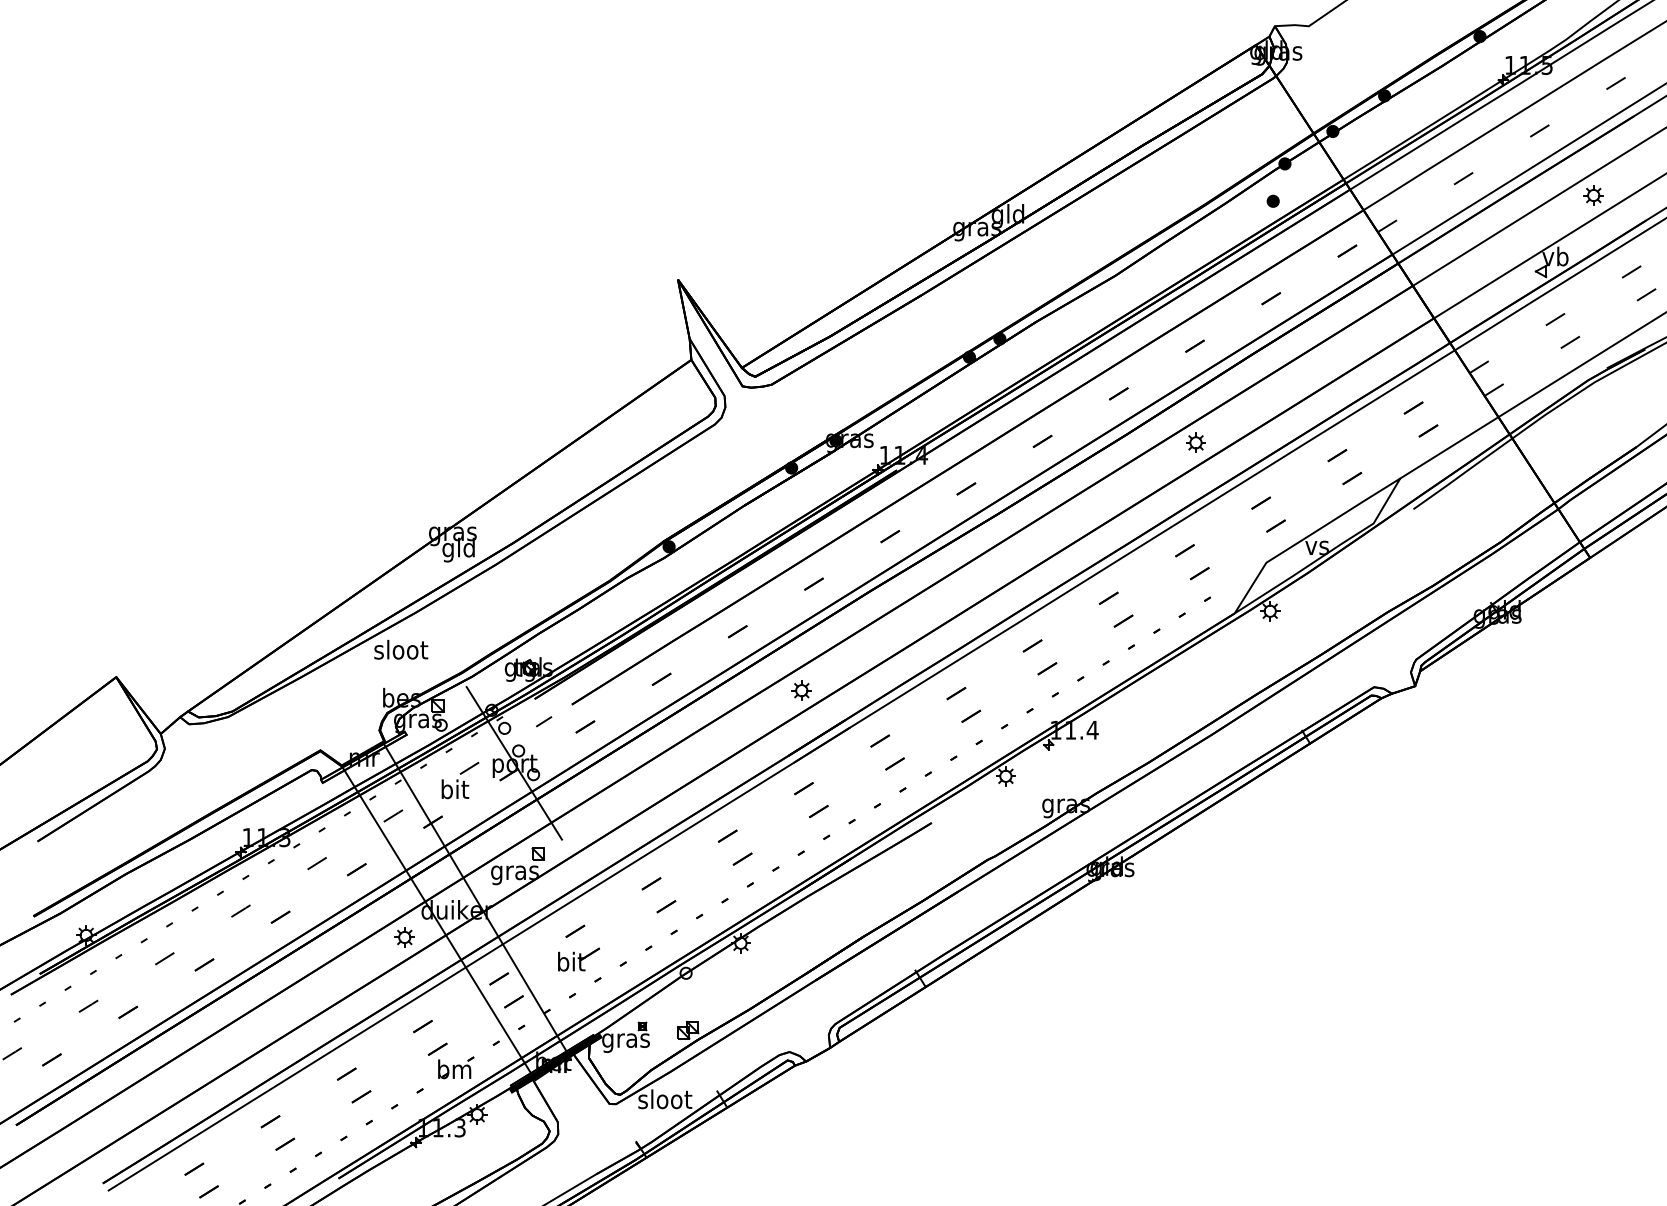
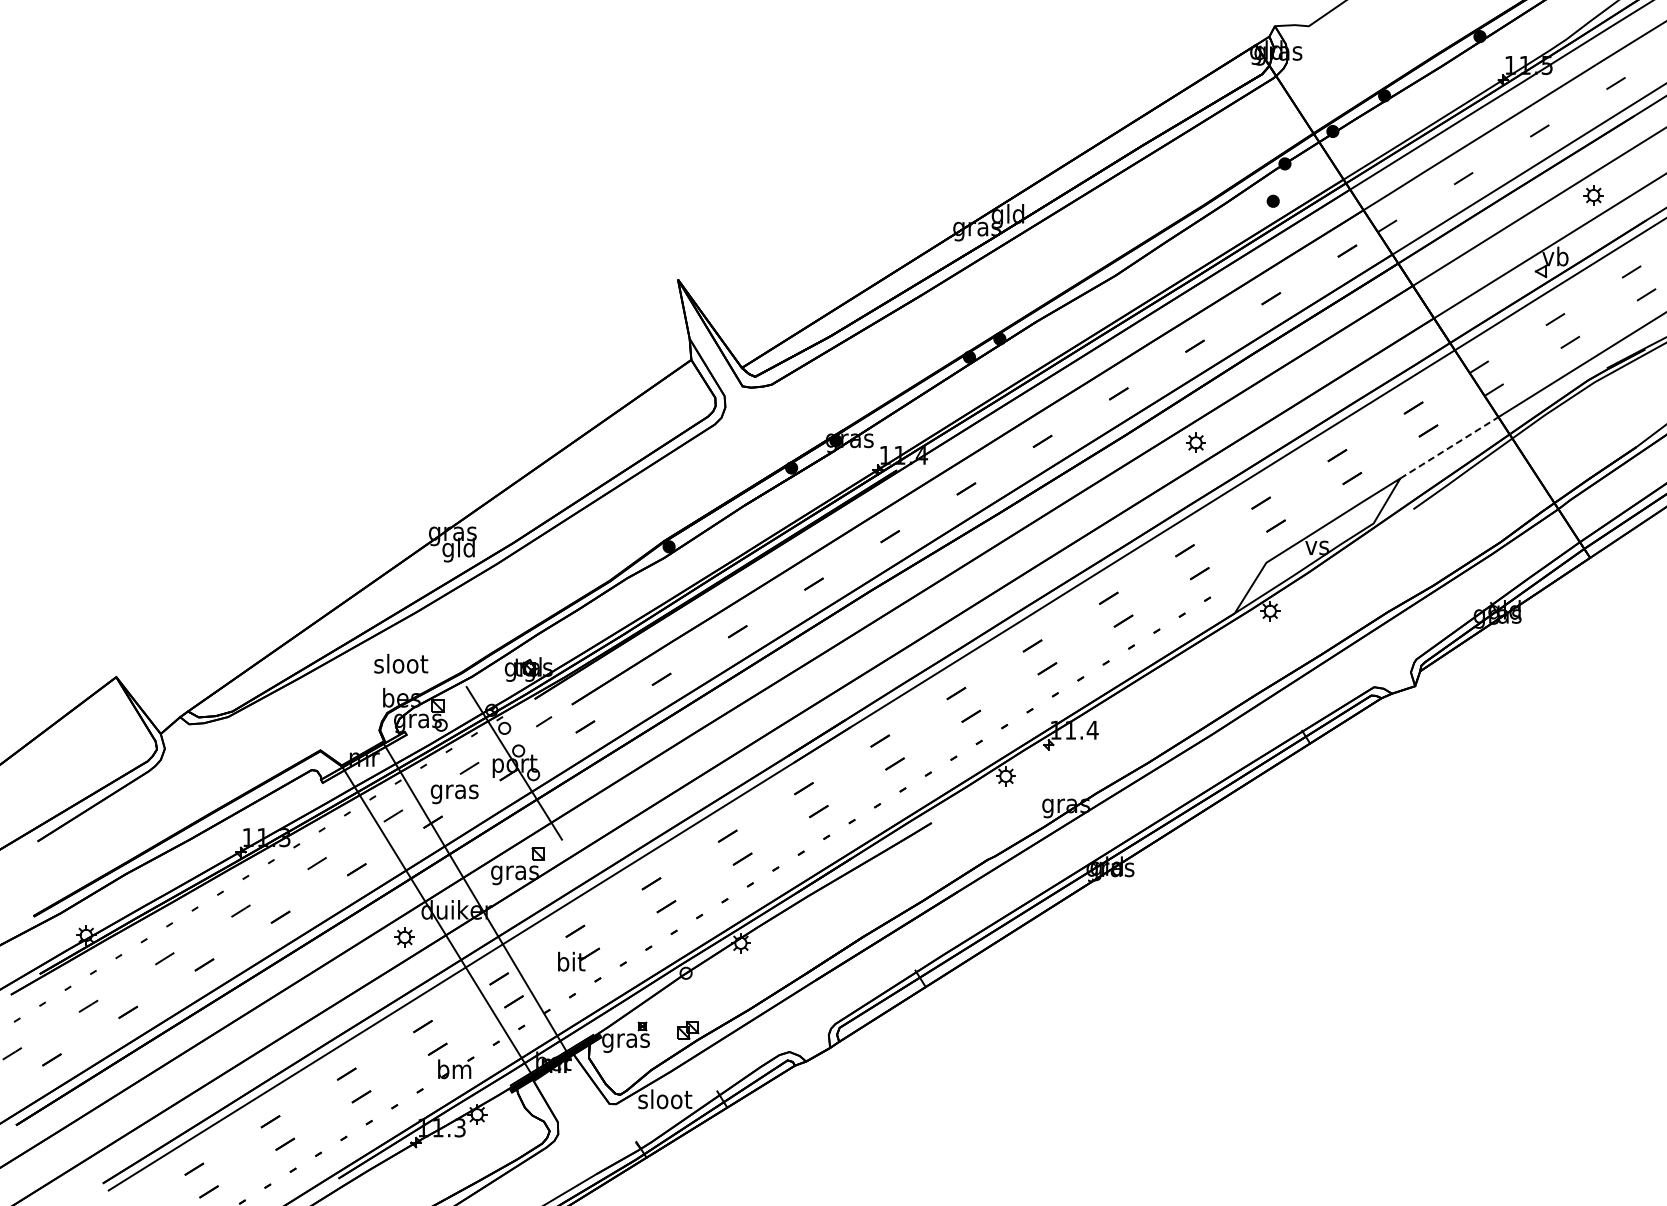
line at (1449, 447): solid -> dashed
text at (401, 649) position: (401, 649) -> (401, 663)
part at (801, 690): present -> none
text at (454, 791): bit -> gras
